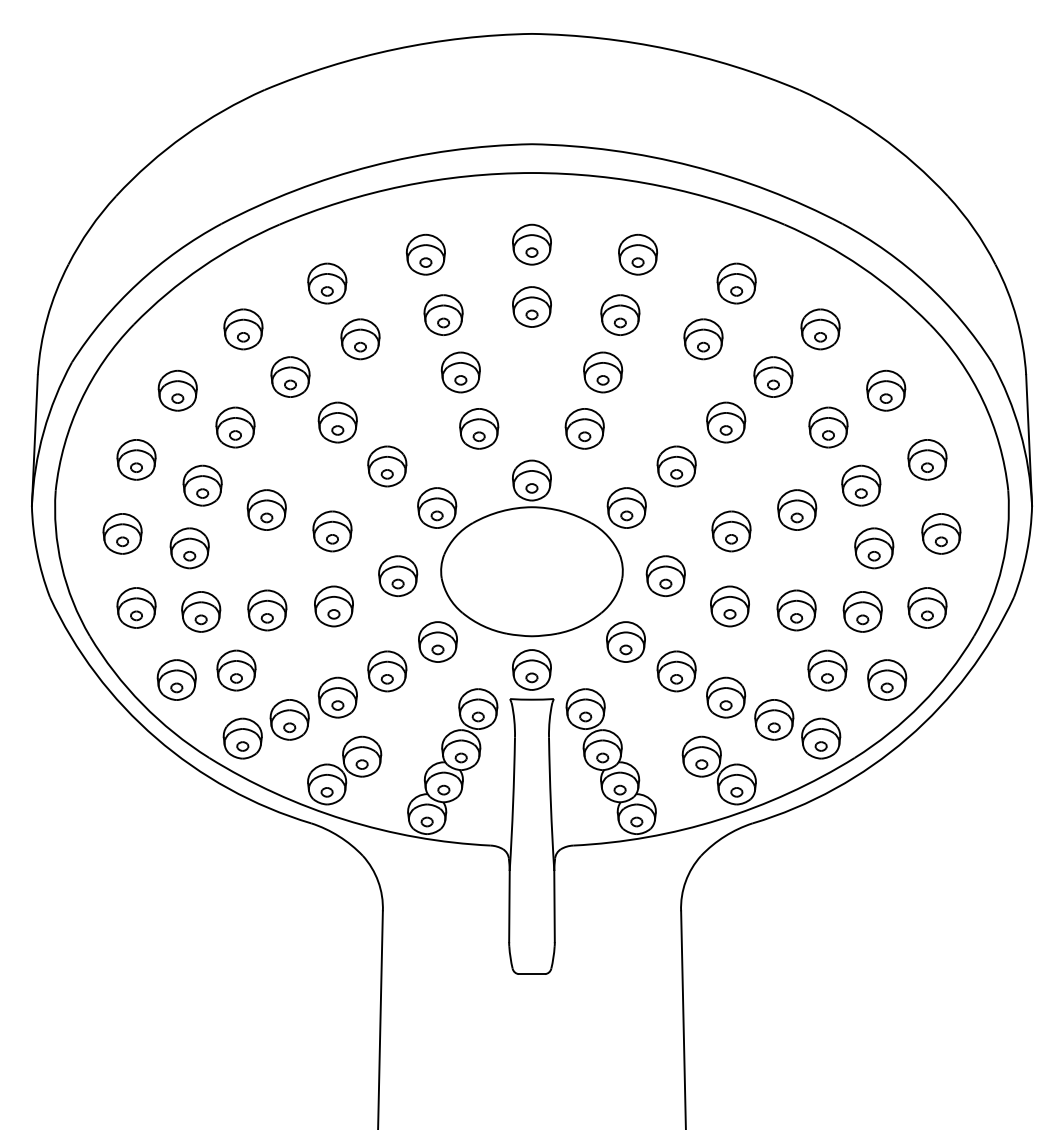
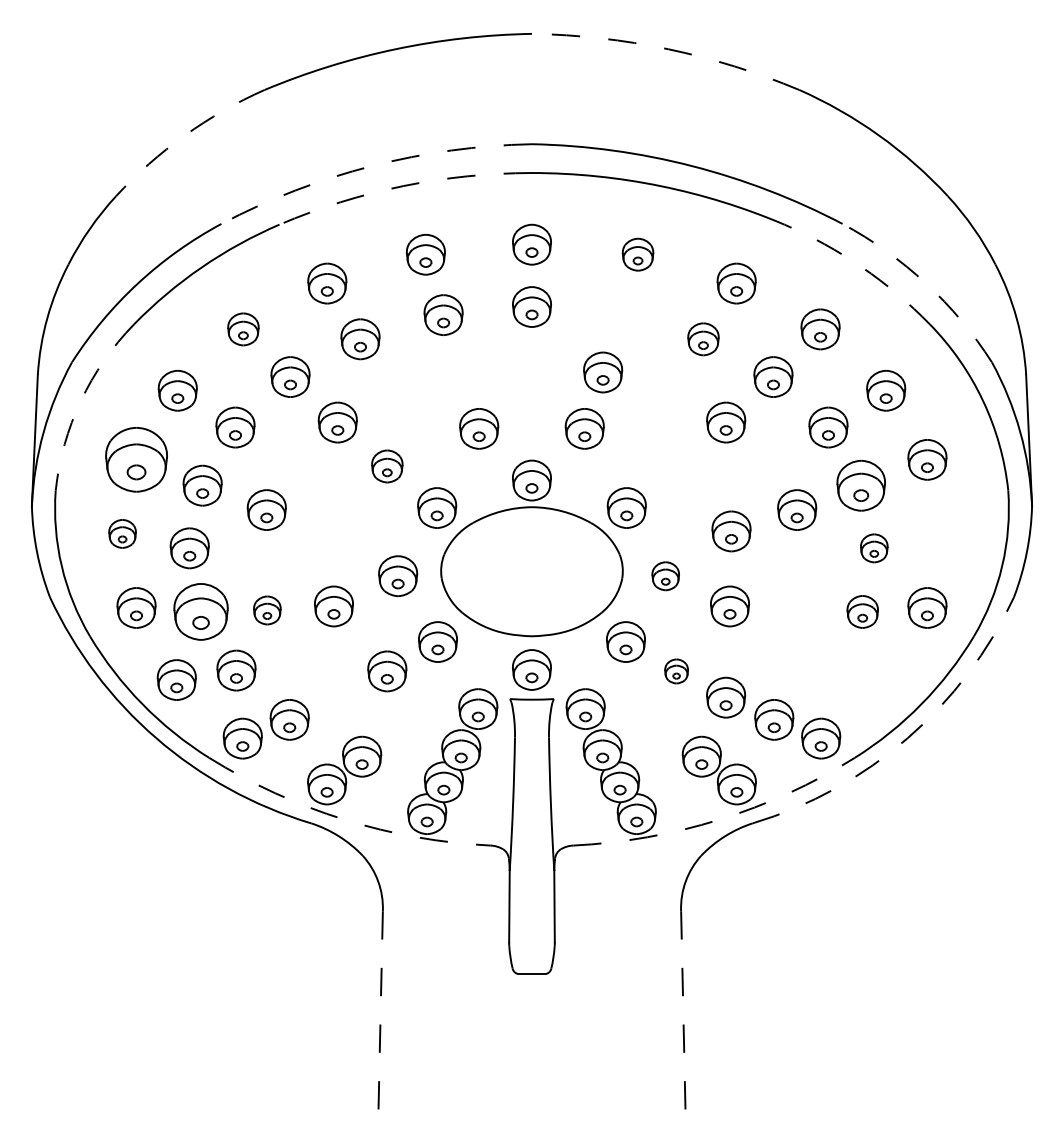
arc at (668, 49): solid -> dashed
arc at (184, 135): solid -> dashed
arc at (372, 166): solid -> dashed
arc at (403, 186): solid -> dashed
part at (637, 254) size: 40x43 px -> 34x35 px
arc at (862, 267): solid -> dashed
arc at (926, 283): solid -> dashed
part at (620, 314): present -> none
part at (243, 329) size: 41x43 px -> 33x35 px
part at (703, 339) size: 41x43 px -> 33x35 px
part at (460, 372): present -> none
arc at (80, 401): solid -> dashed
part at (136, 459) size: 41x42 px -> 63x66 px
part at (387, 466) size: 41x43 px -> 33x35 px
part at (676, 466): present -> none
part at (861, 485) size: 41x43 px -> 50x53 px
part at (332, 531): present -> none
part at (122, 533) size: 41x42 px -> 29x30 px
part at (941, 533): present -> none
part at (874, 548) size: 41x43 px -> 29x31 px
part at (665, 576) size: 41x43 px -> 29x31 px
part at (267, 610) size: 41x43 px -> 29x31 px
part at (796, 610): present -> none
part at (201, 611) size: 41x42 px -> 56x58 px
part at (862, 611) size: 41x42 px -> 33x34 px
part at (827, 670): present -> none
part at (676, 671) size: 41x43 px -> 25x27 px
part at (887, 679): present -> none
part at (337, 697): present -> none
arc at (907, 738): solid -> dashed
arc at (344, 819): solid -> dashed
arc at (719, 819): solid -> dashed
line at (380, 1020): solid -> dashed
line at (683, 1020): solid -> dashed
